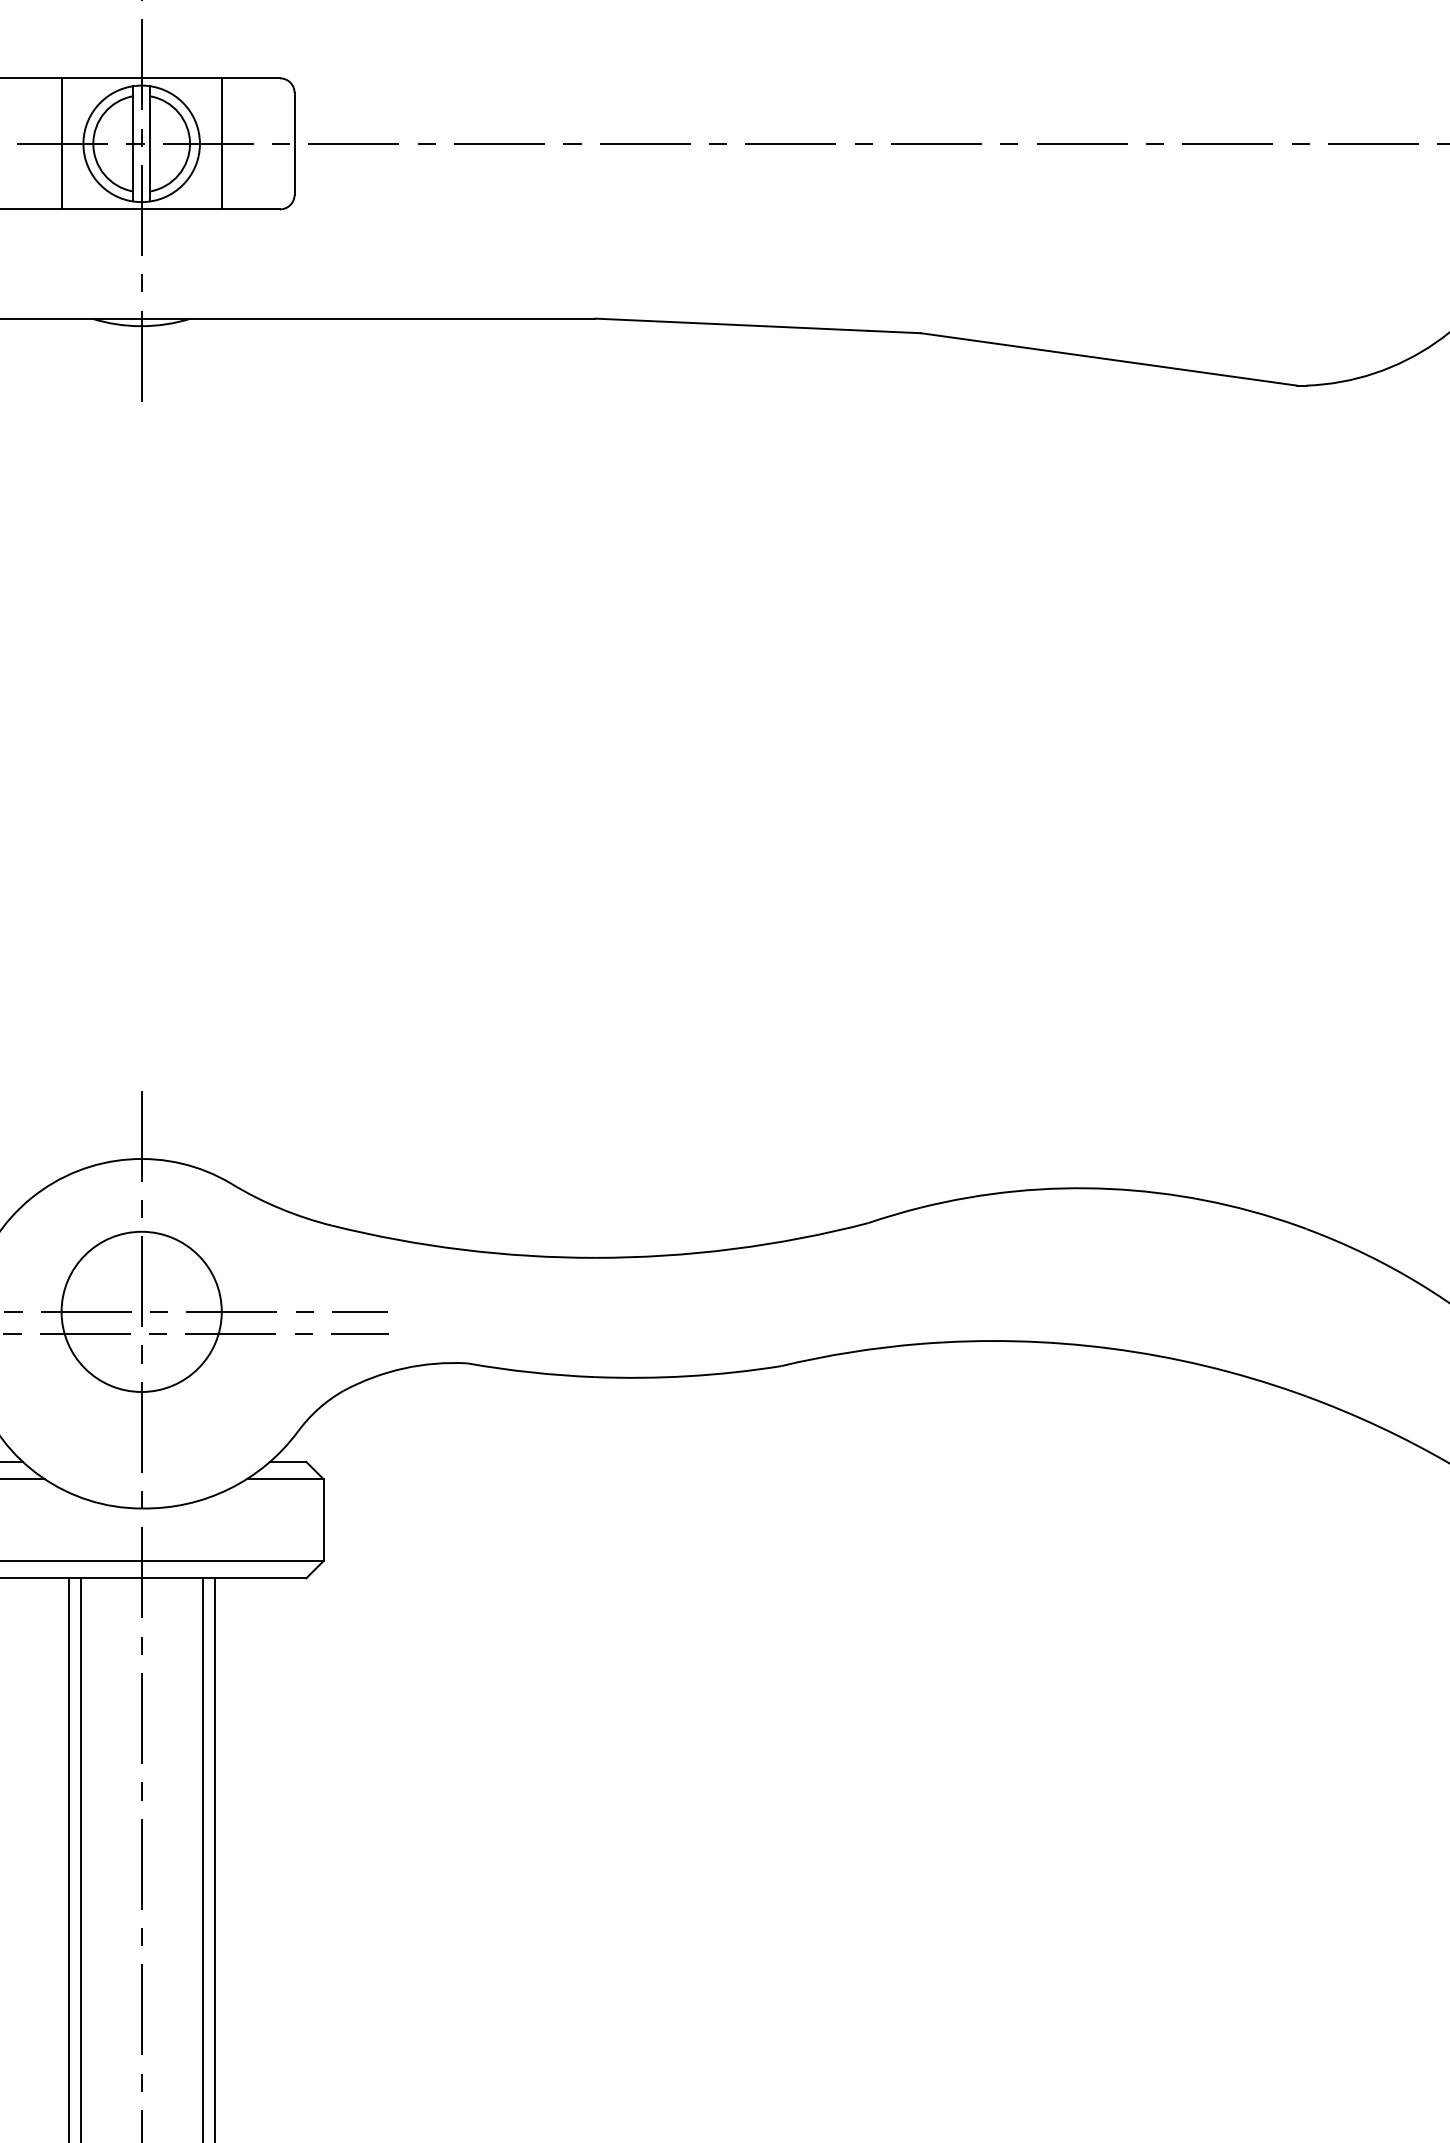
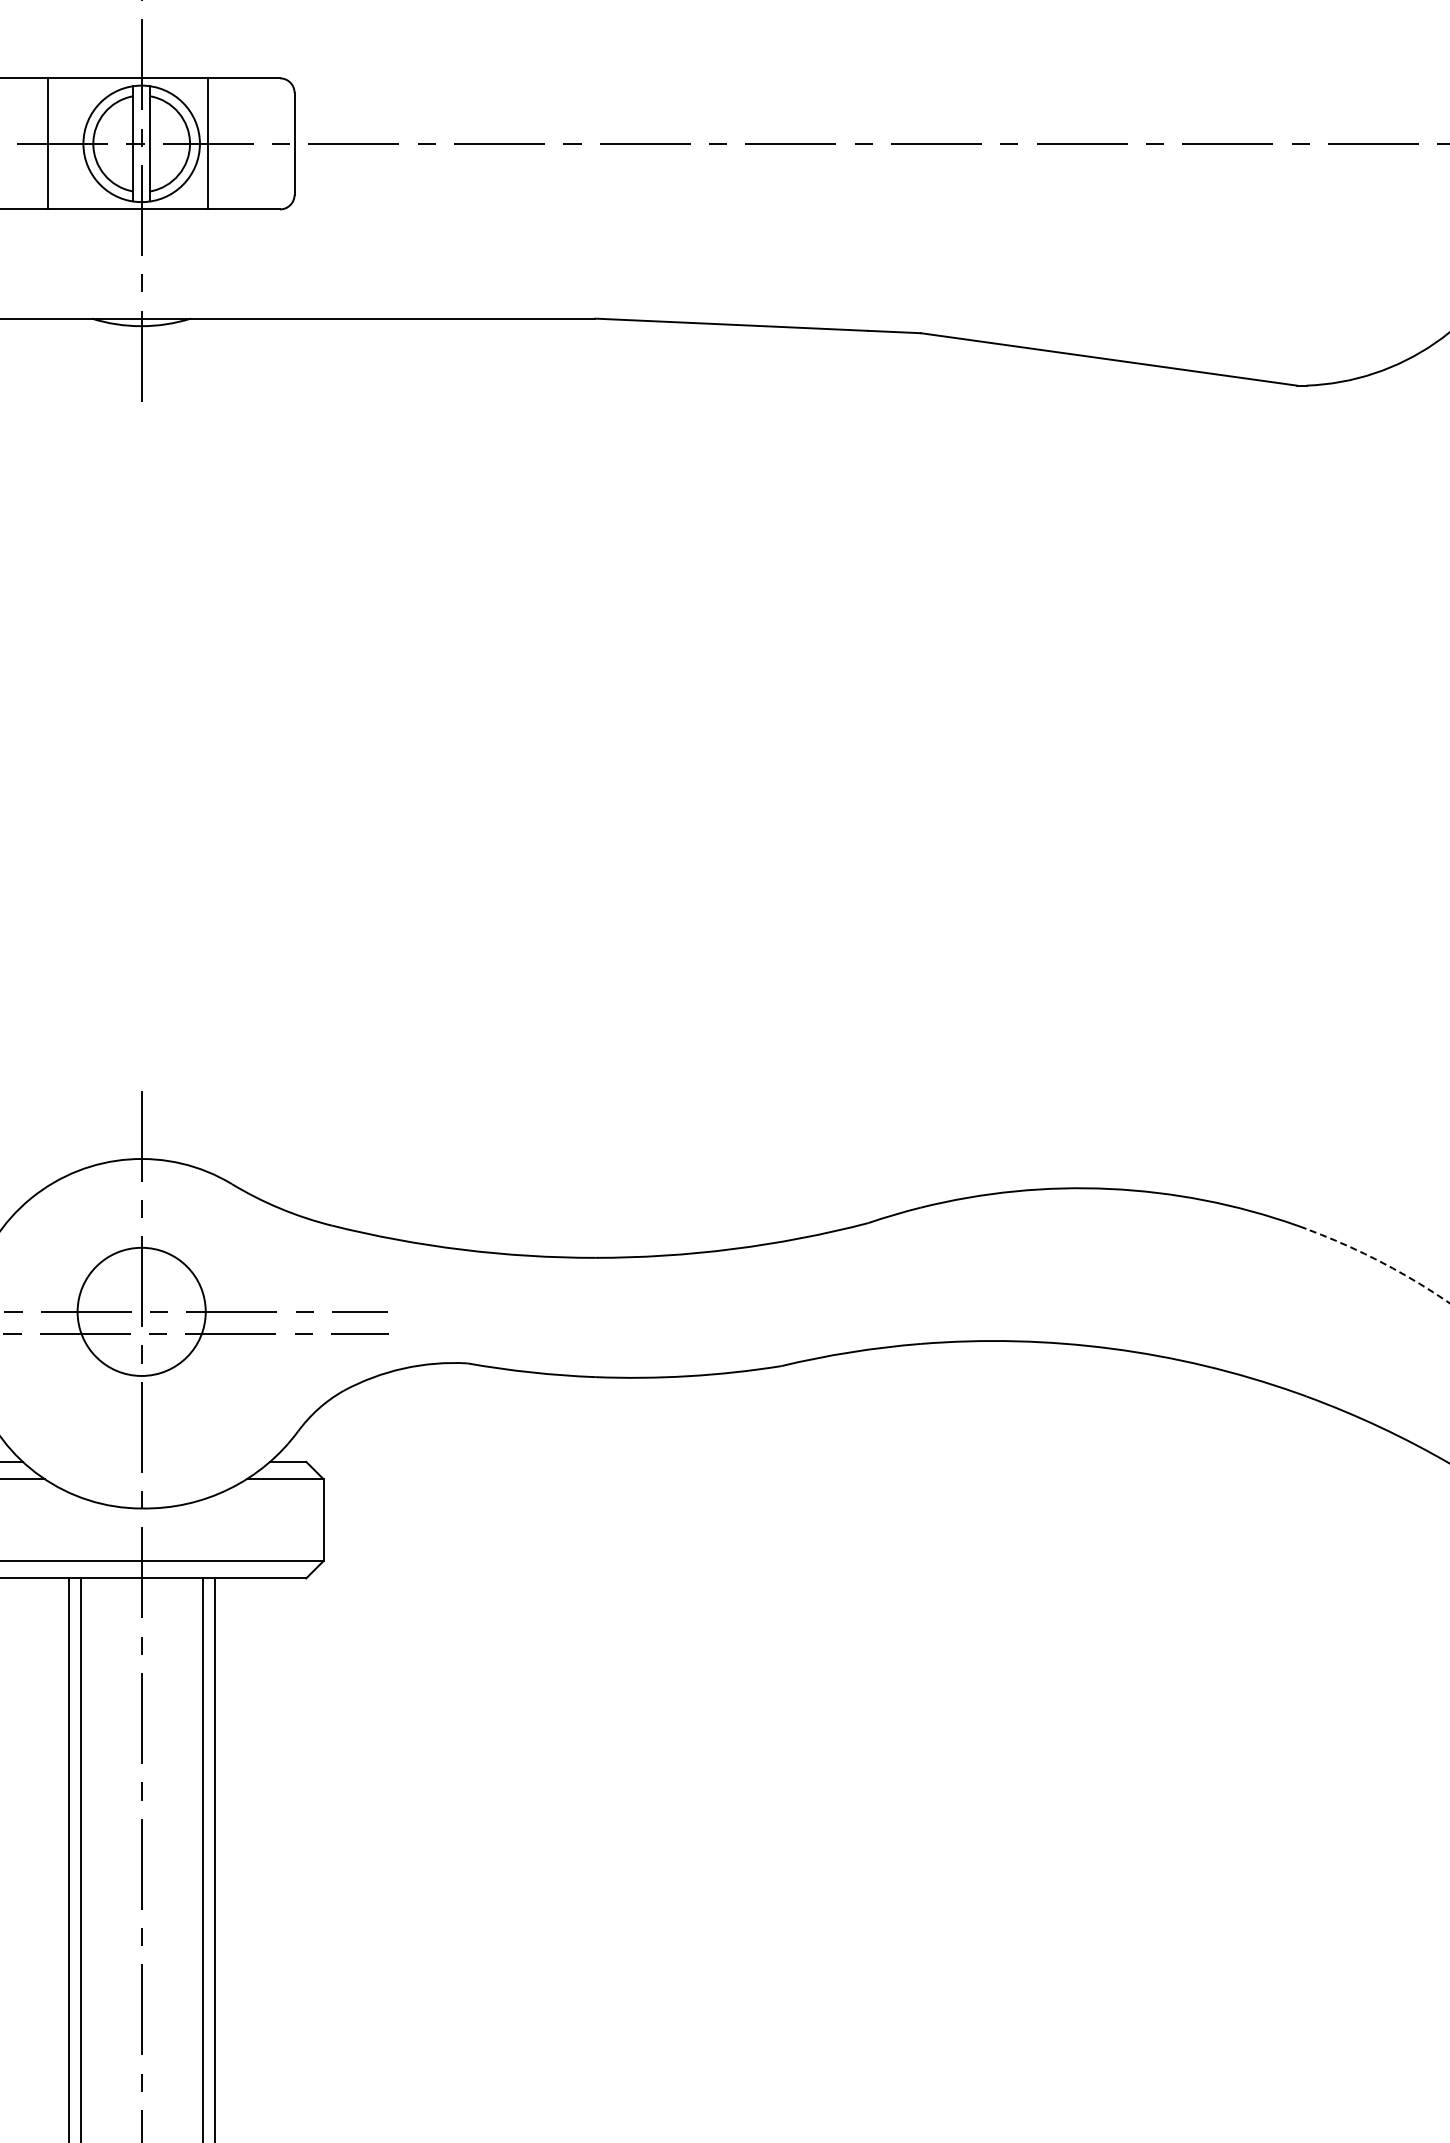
line at (61, 143) position: (61, 143) -> (47, 143)
line at (221, 143) position: (221, 143) -> (207, 143)
arc at (1380, 1261): solid -> dashed
circle at (141, 1311) diameter: 160 px -> 128 px
